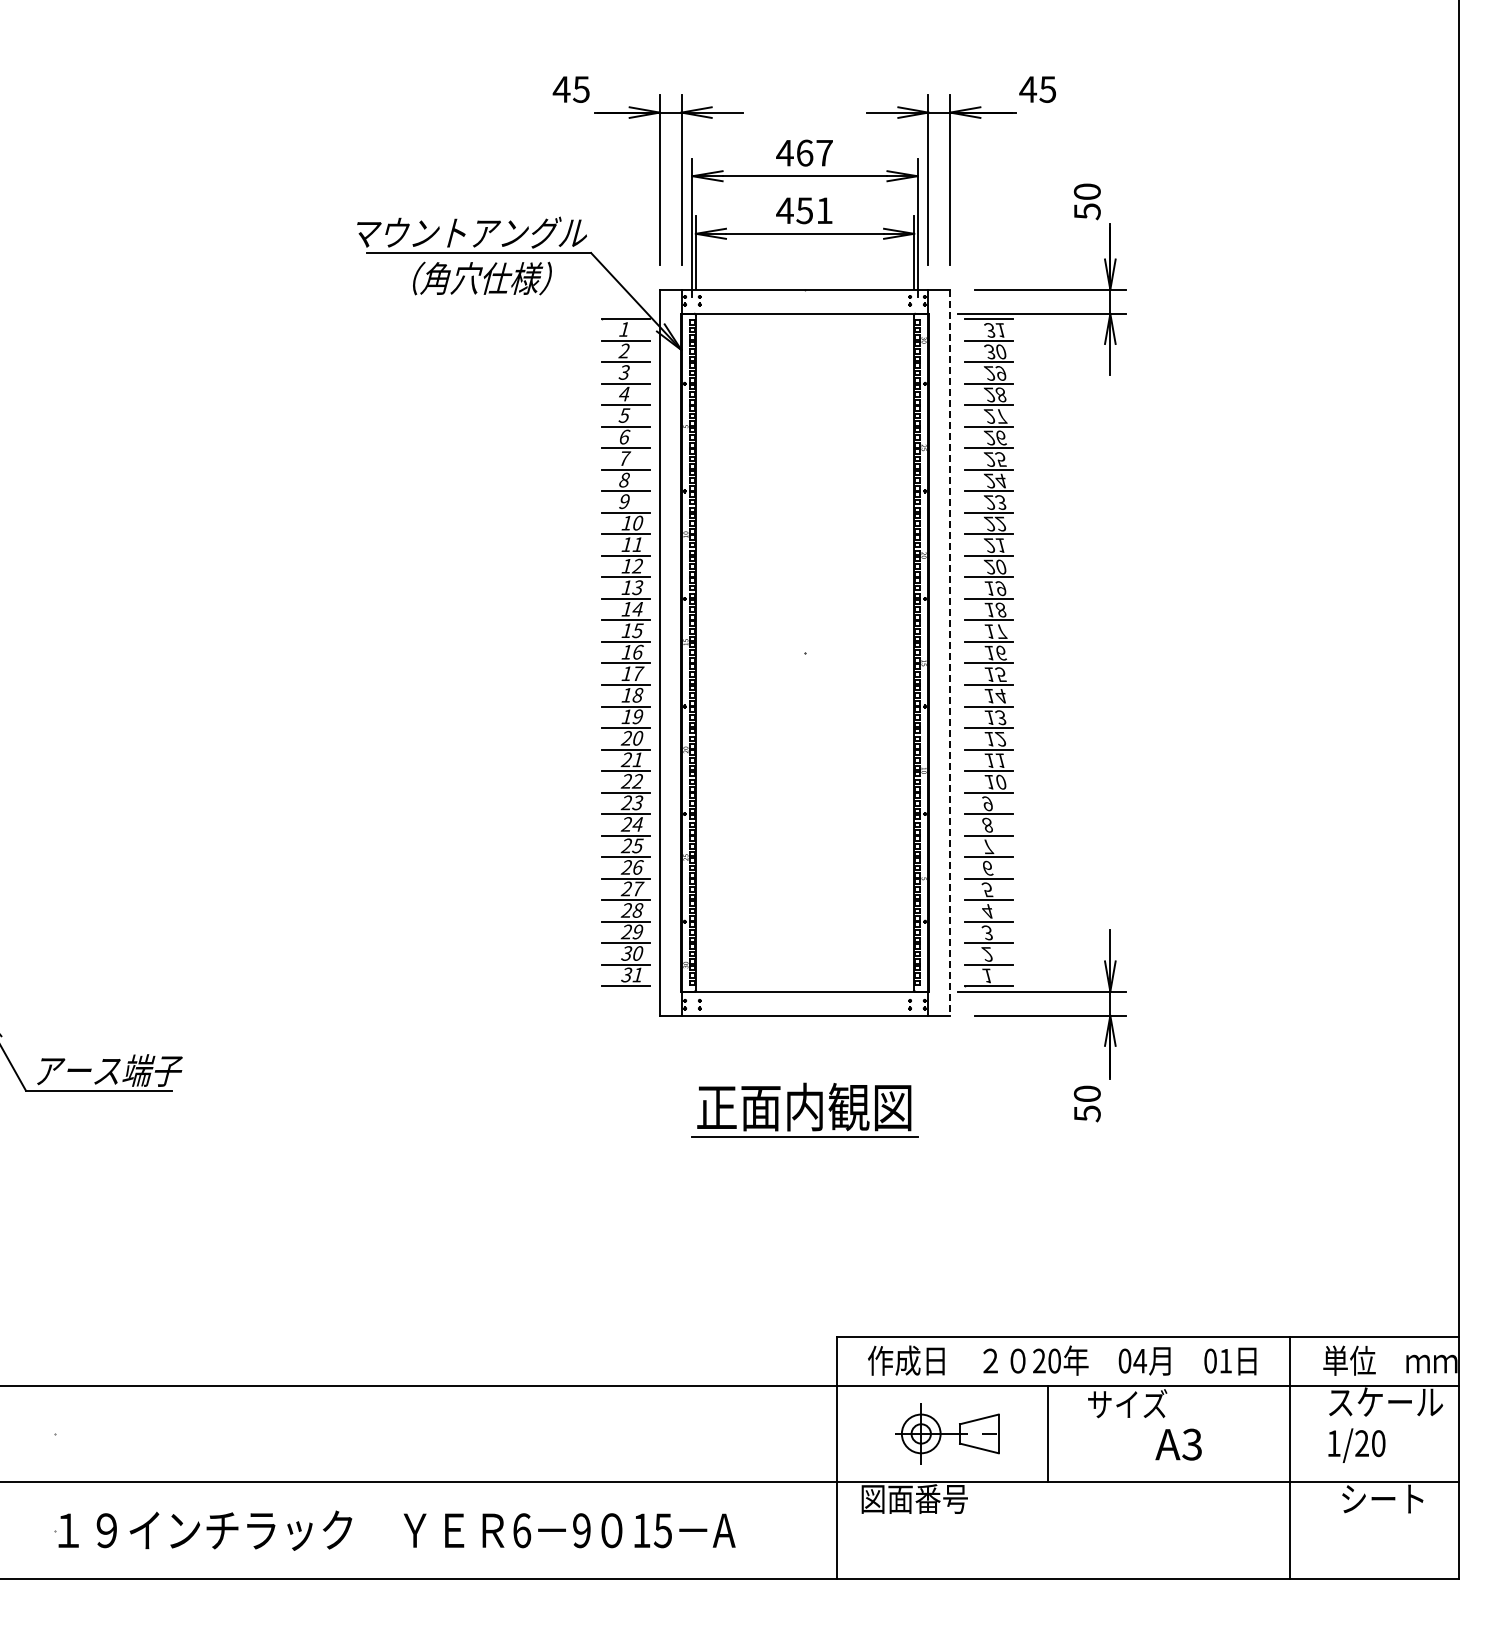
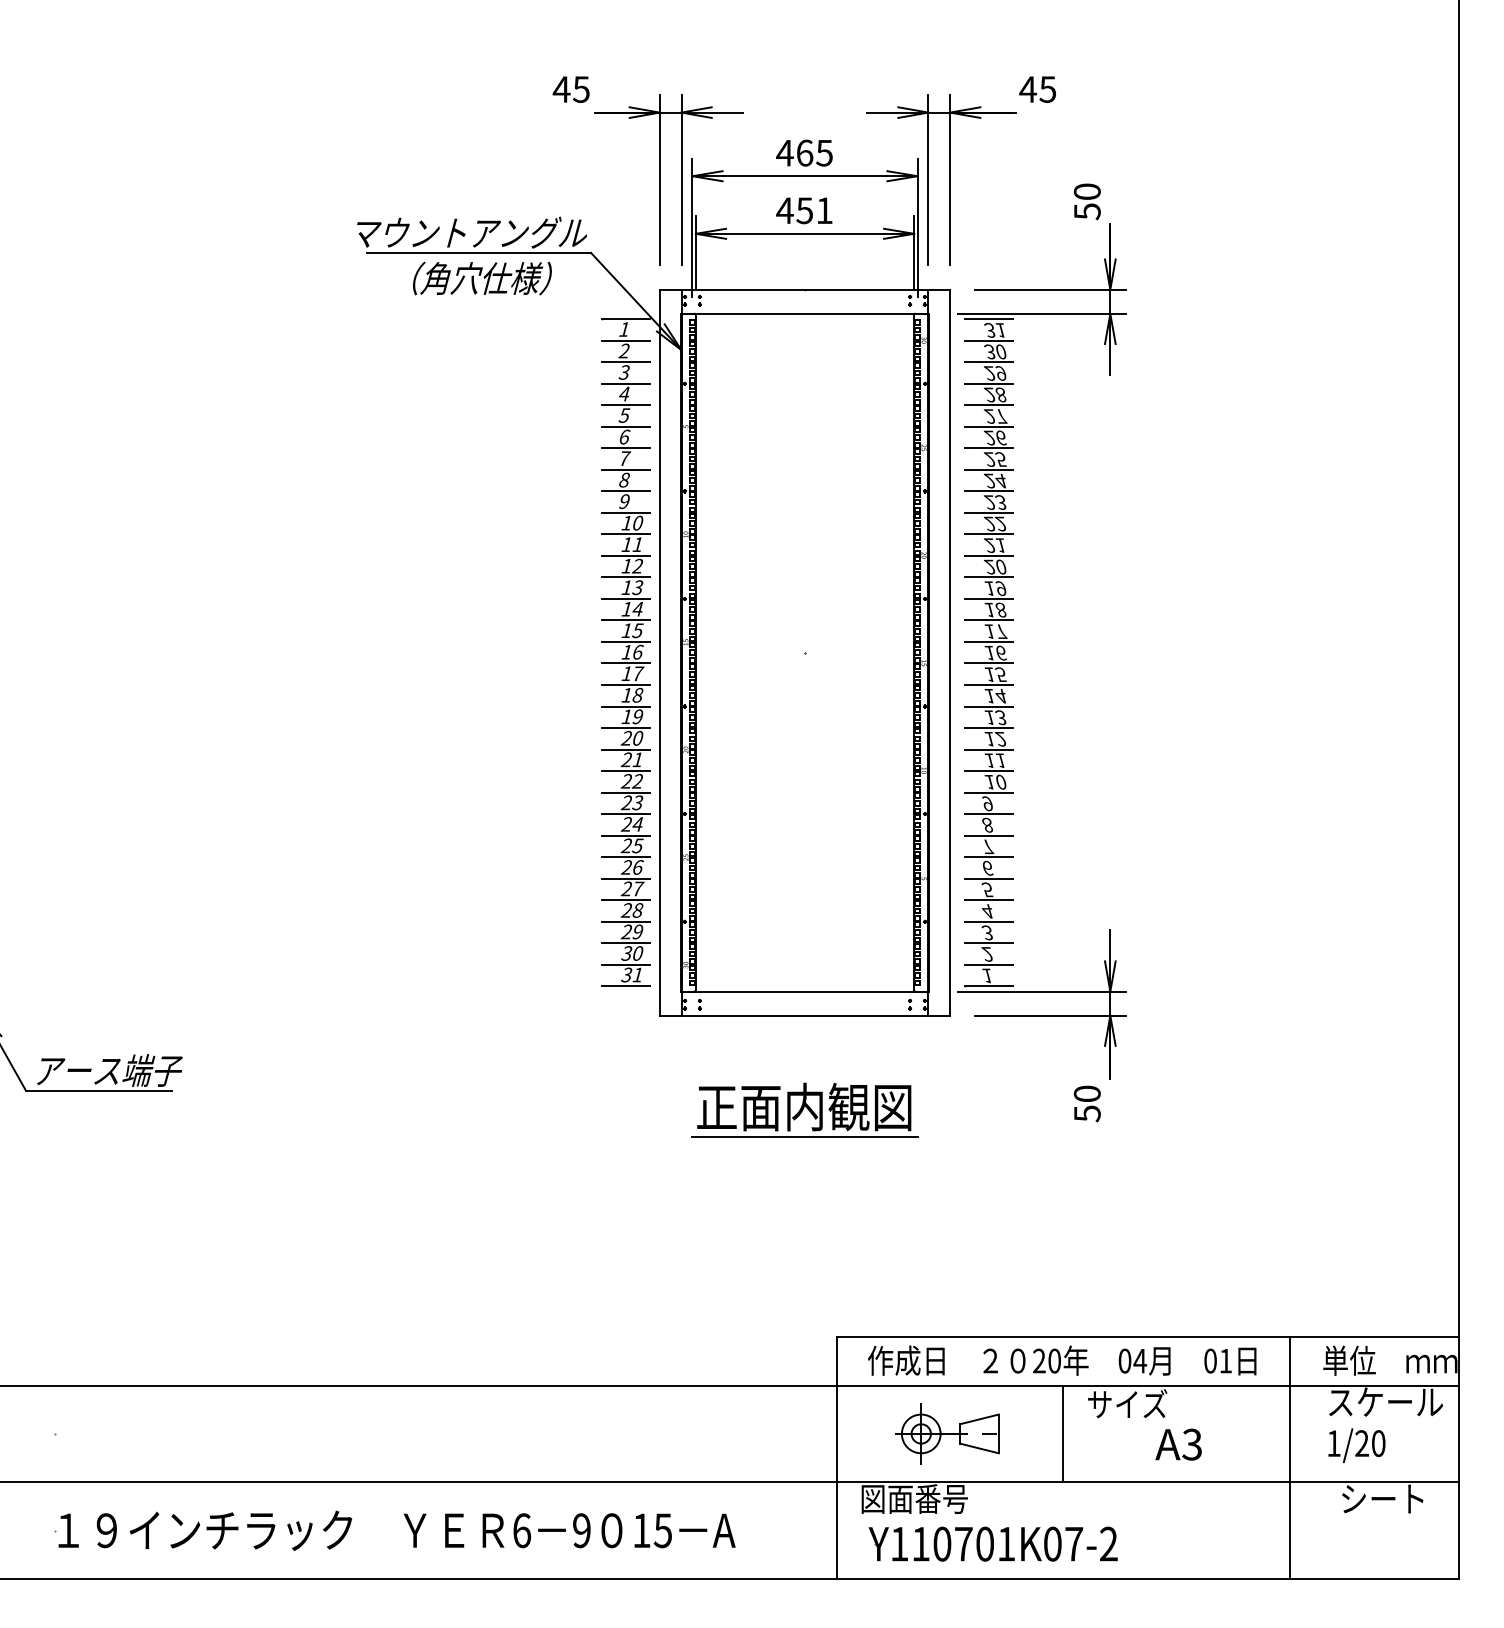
text at (824, 153): 467 -> 465
line at (950, 653): dashed -> solid
line at (1048, 1433) position: (1048, 1433) -> (1063, 1433)
part at (992, 1543): none -> present
